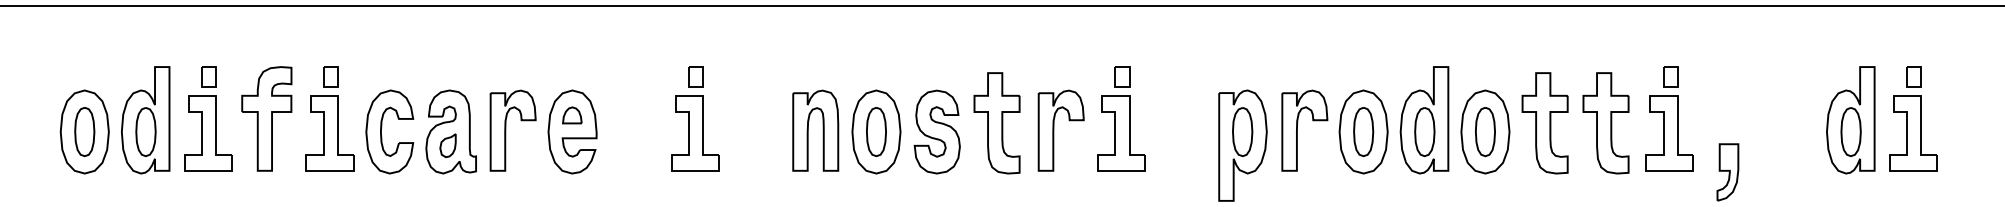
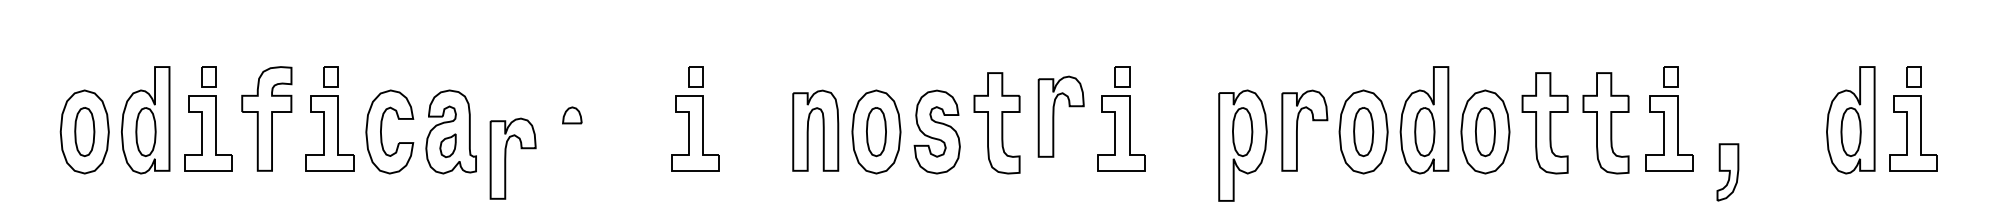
line at (1001, 6): present -> none
part at (512, 130) position: (512, 130) -> (512, 158)
part at (1060, 130) position: (1060, 130) -> (1060, 116)
part at (572, 131): present -> none
